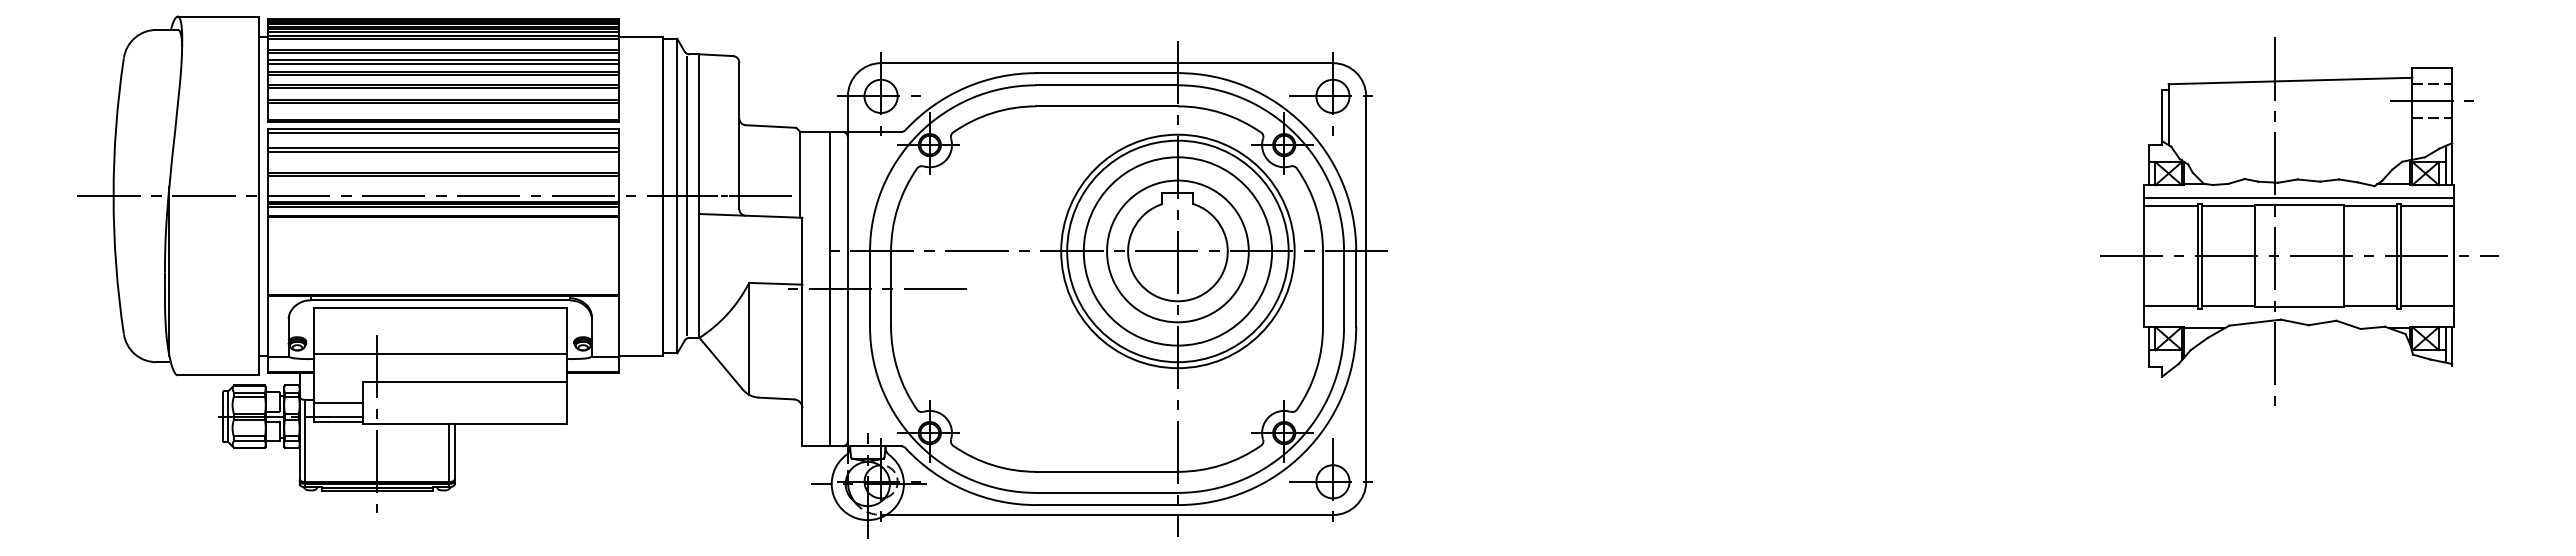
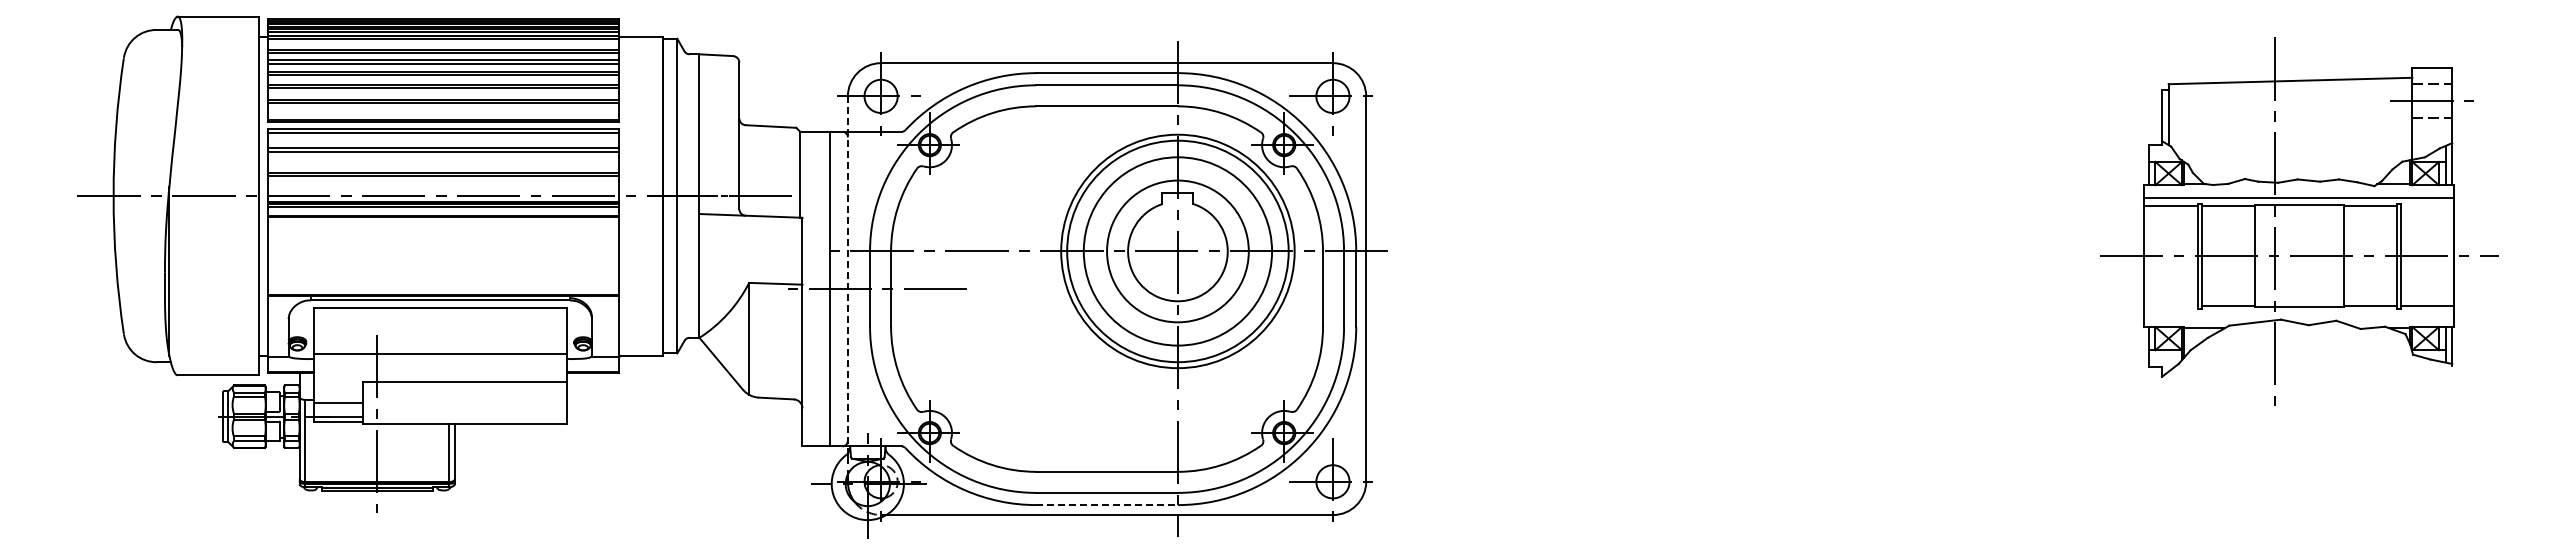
line at (686, 195): present -> none
line at (2427, 206): present -> none
line at (847, 275): solid -> dashed
line at (2170, 305): present -> none
line at (1107, 505): solid -> dashed
